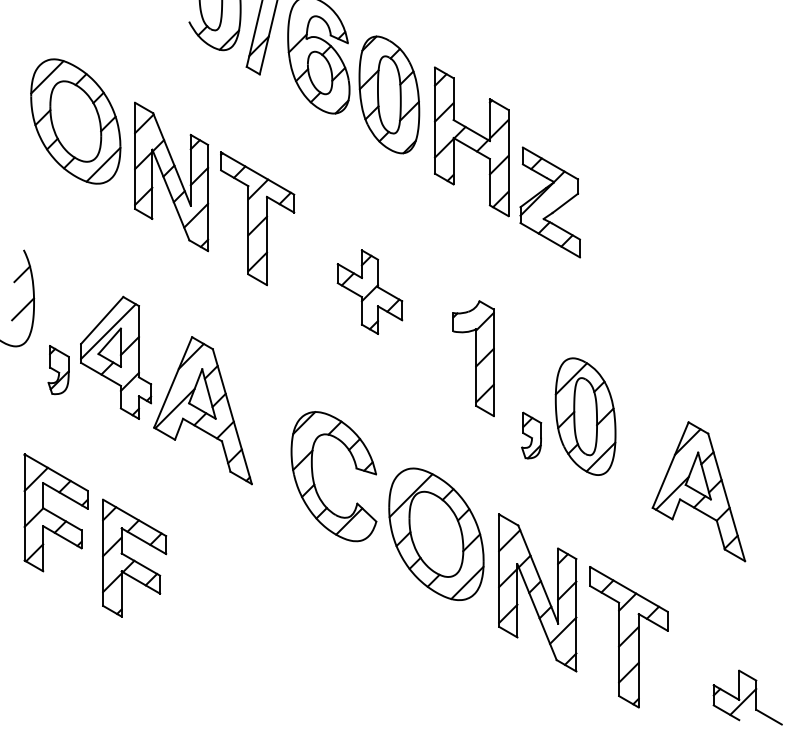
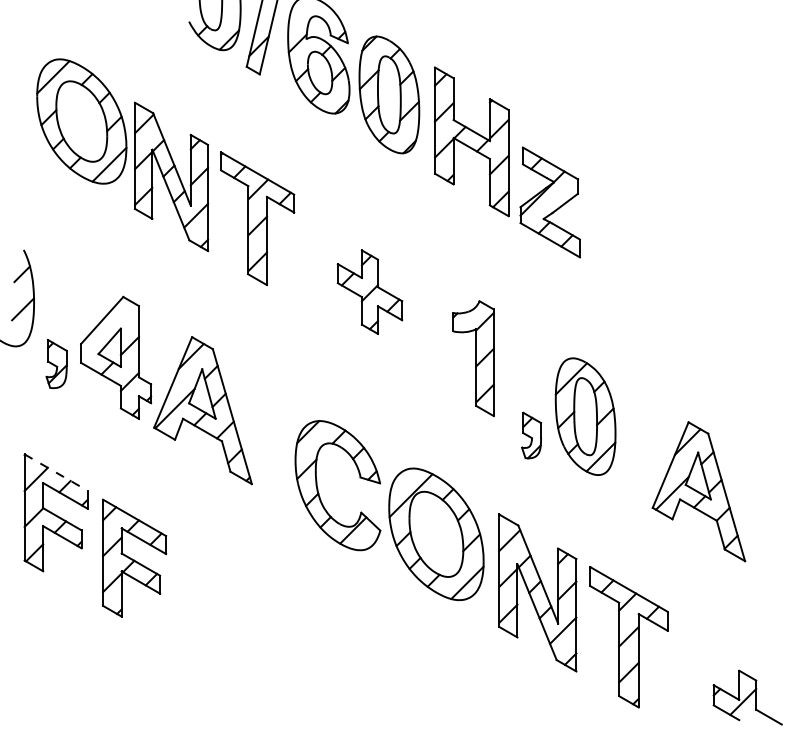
part at (75, 121) position: (75, 121) -> (81, 121)
line at (108, 331): present -> none
part at (58, 370) position: (58, 370) -> (56, 364)
line at (56, 472): solid -> dashed
part at (314, 479) position: (314, 479) -> (318, 488)
